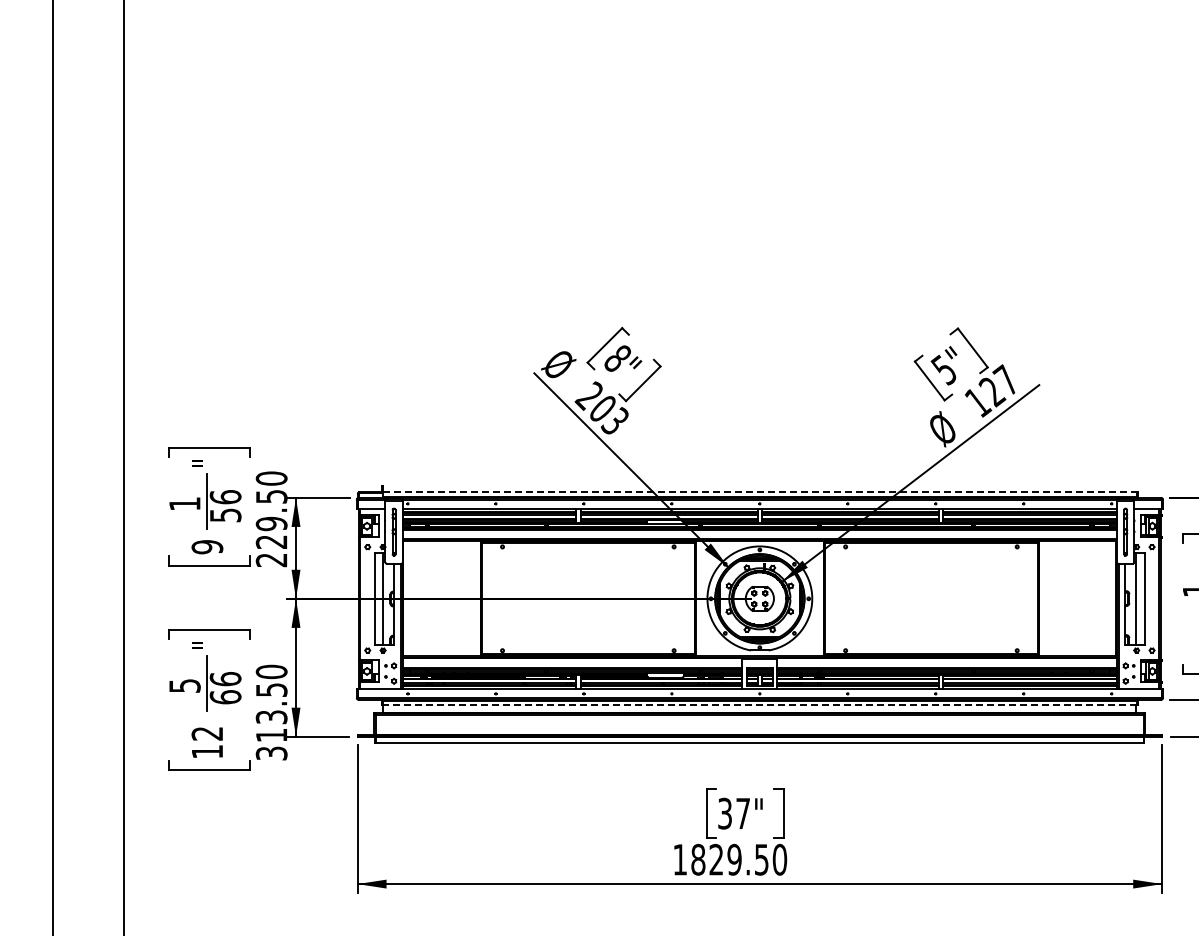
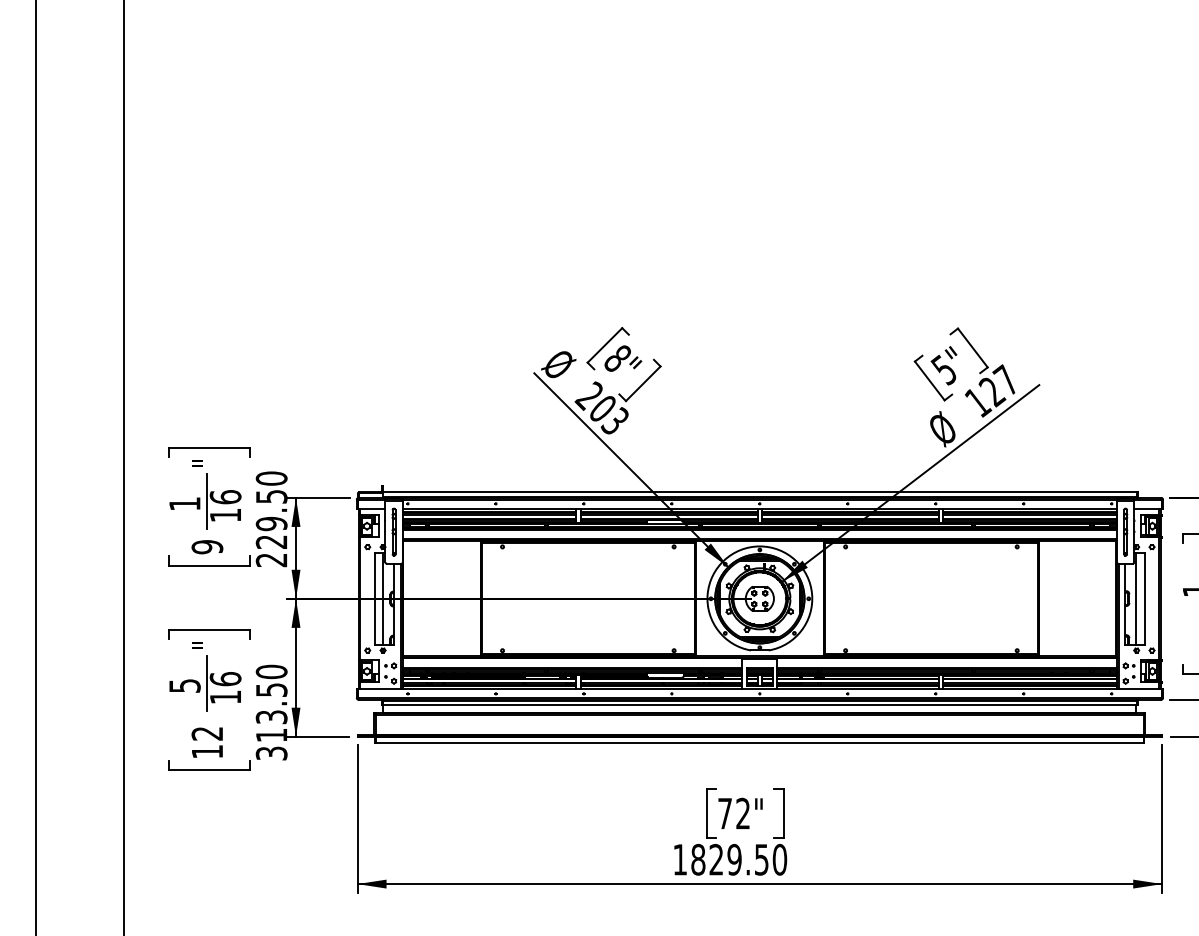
line at (52, 467) position: (52, 467) -> (35, 467)
line at (760, 492): dashed -> solid
text at (225, 515): 56 -> 16
text at (225, 697): 66 -> 16
line at (759, 705): dashed -> solid
text at (733, 813): 37" -> 72"
